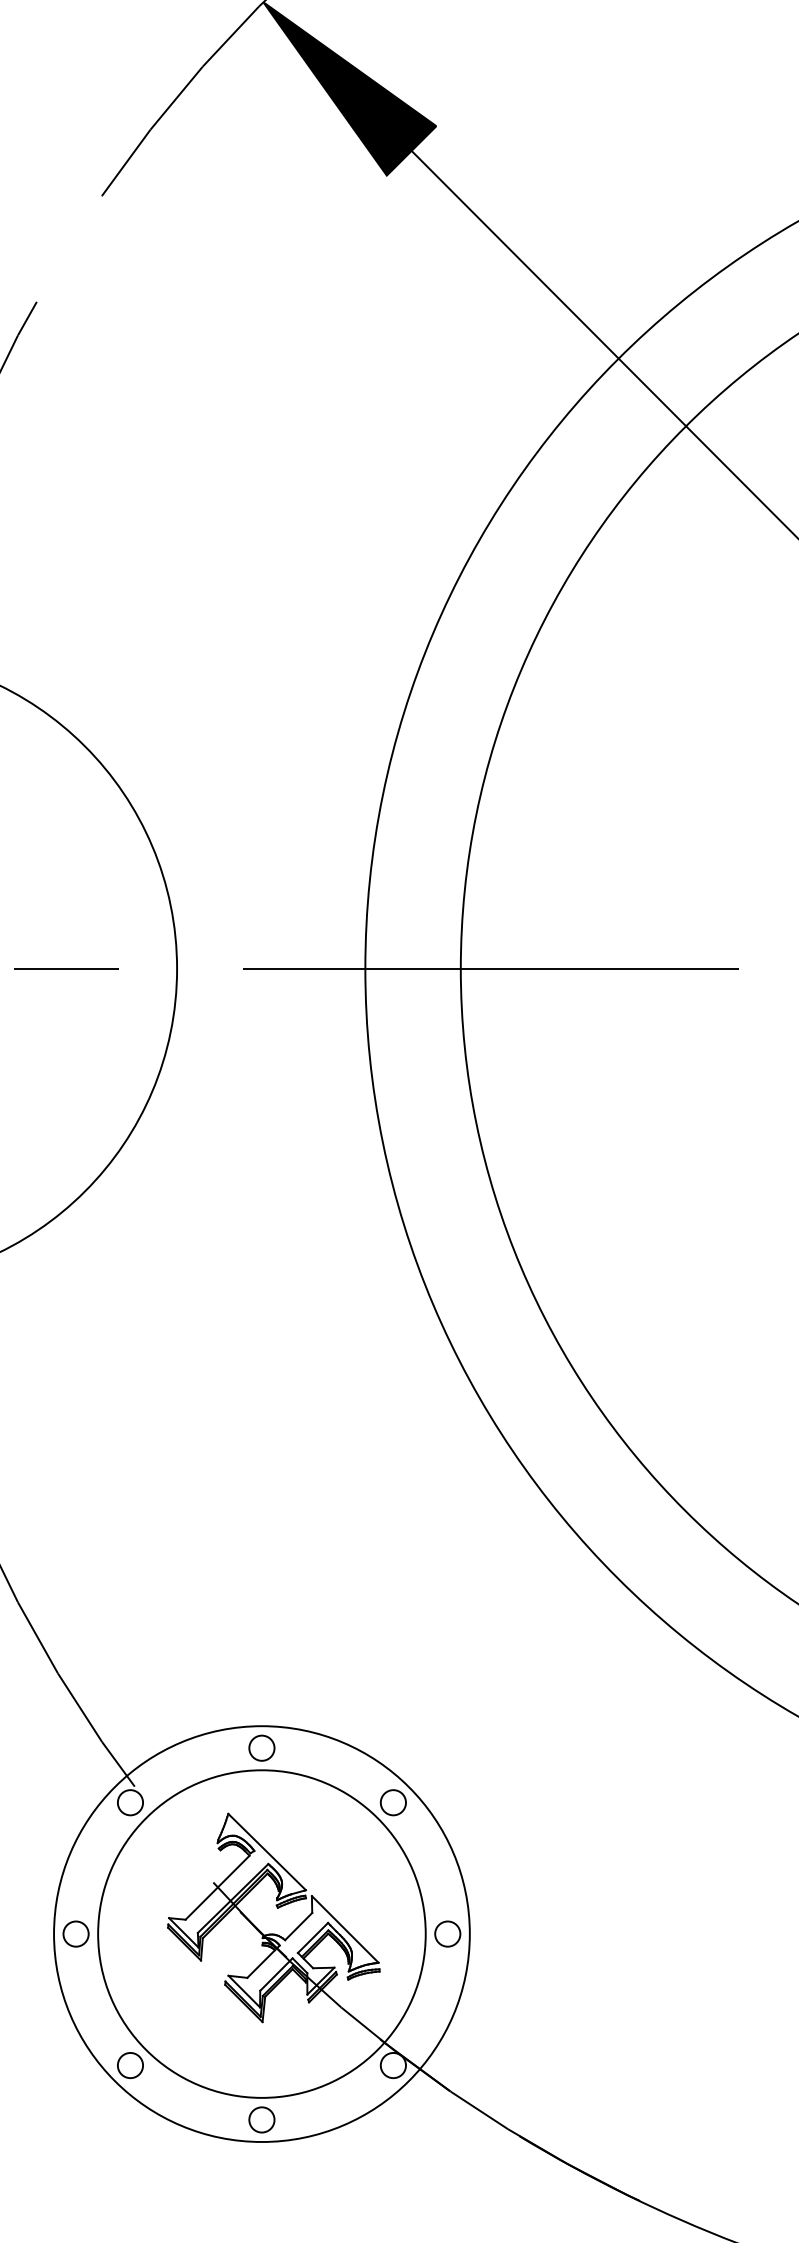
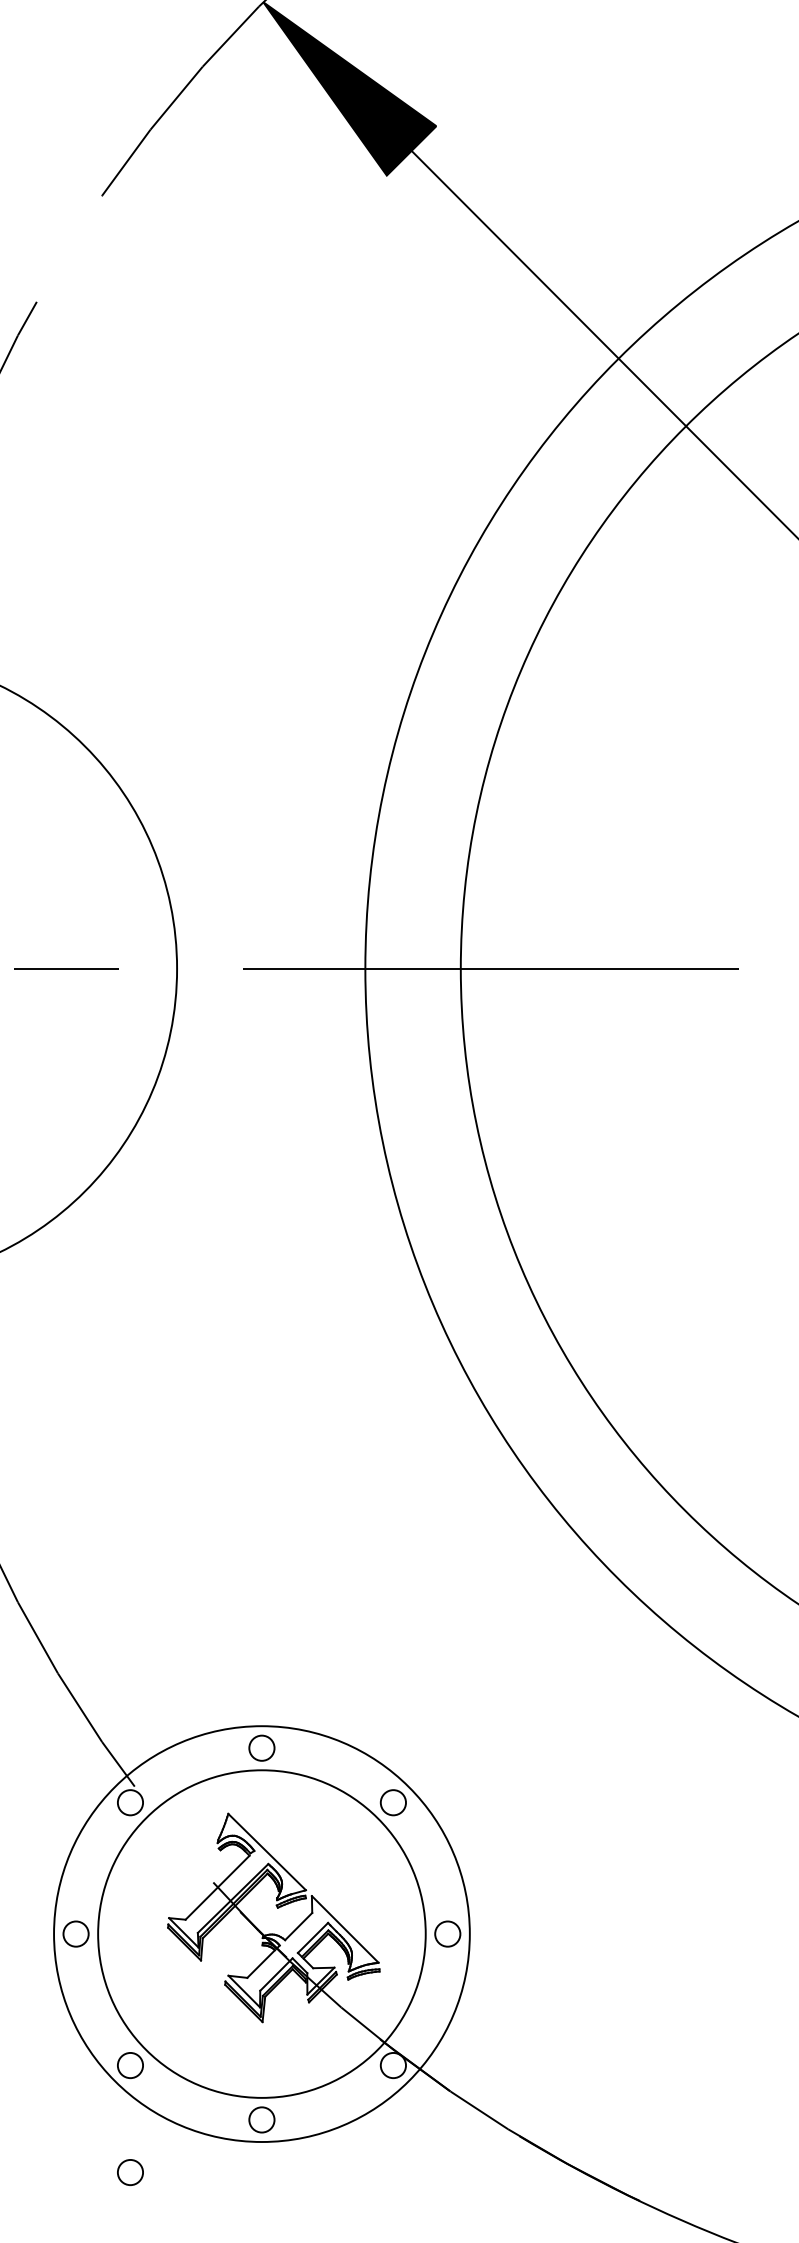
circle at (130, 2172): none -> present
